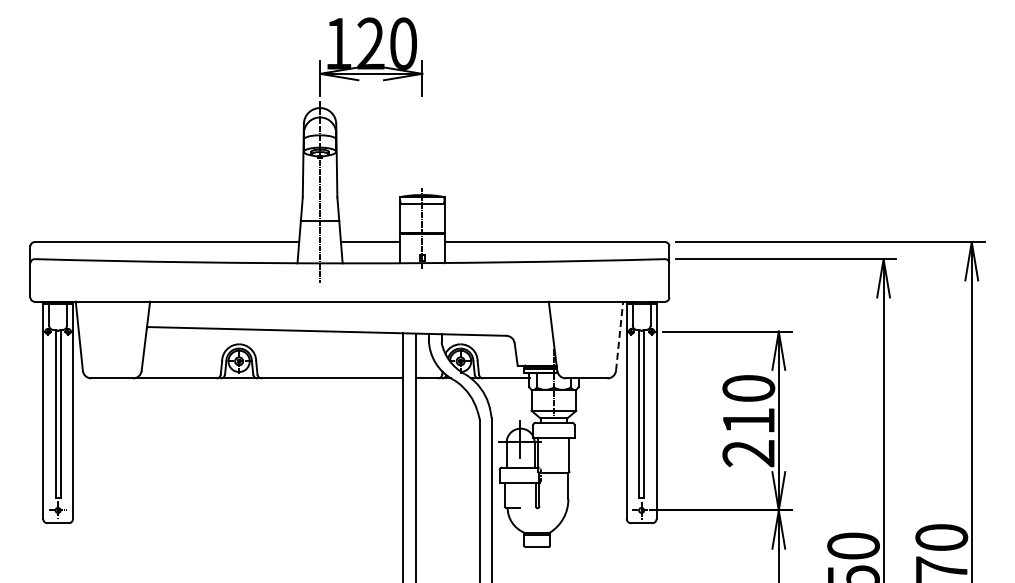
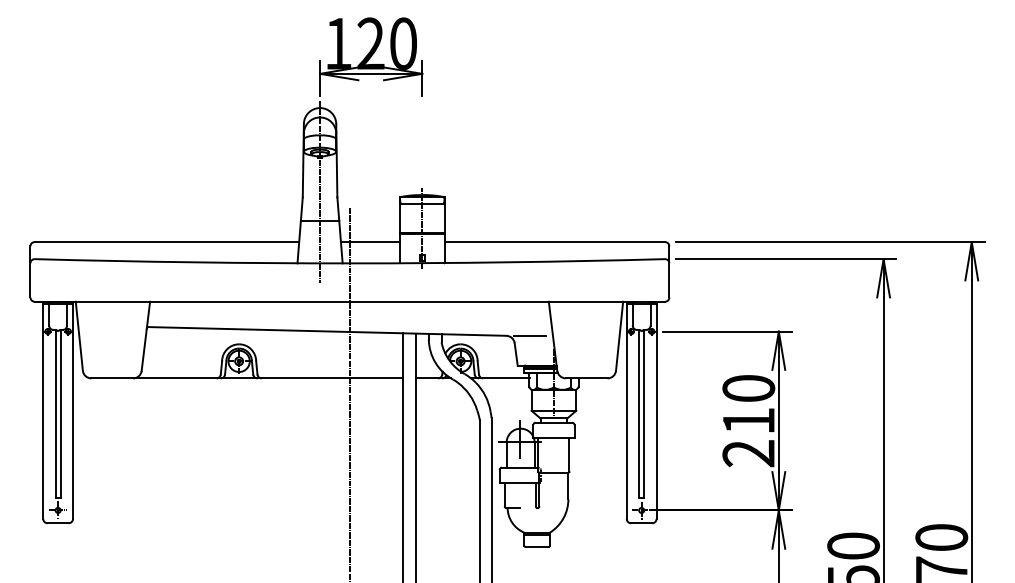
line at (529, 336): none -> present
line at (619, 336): dashed -> solid
line at (349, 393): none -> present
